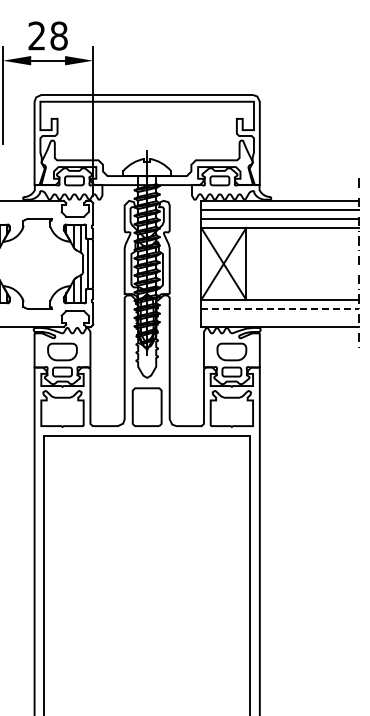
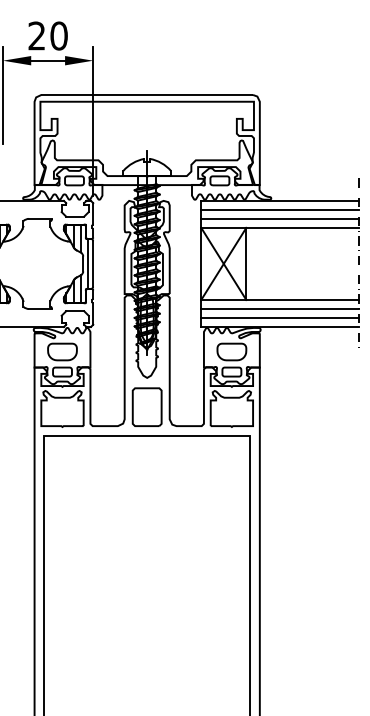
text at (58, 36): 28 -> 20
line at (280, 309): dashed -> solid
line at (279, 318): none -> present
